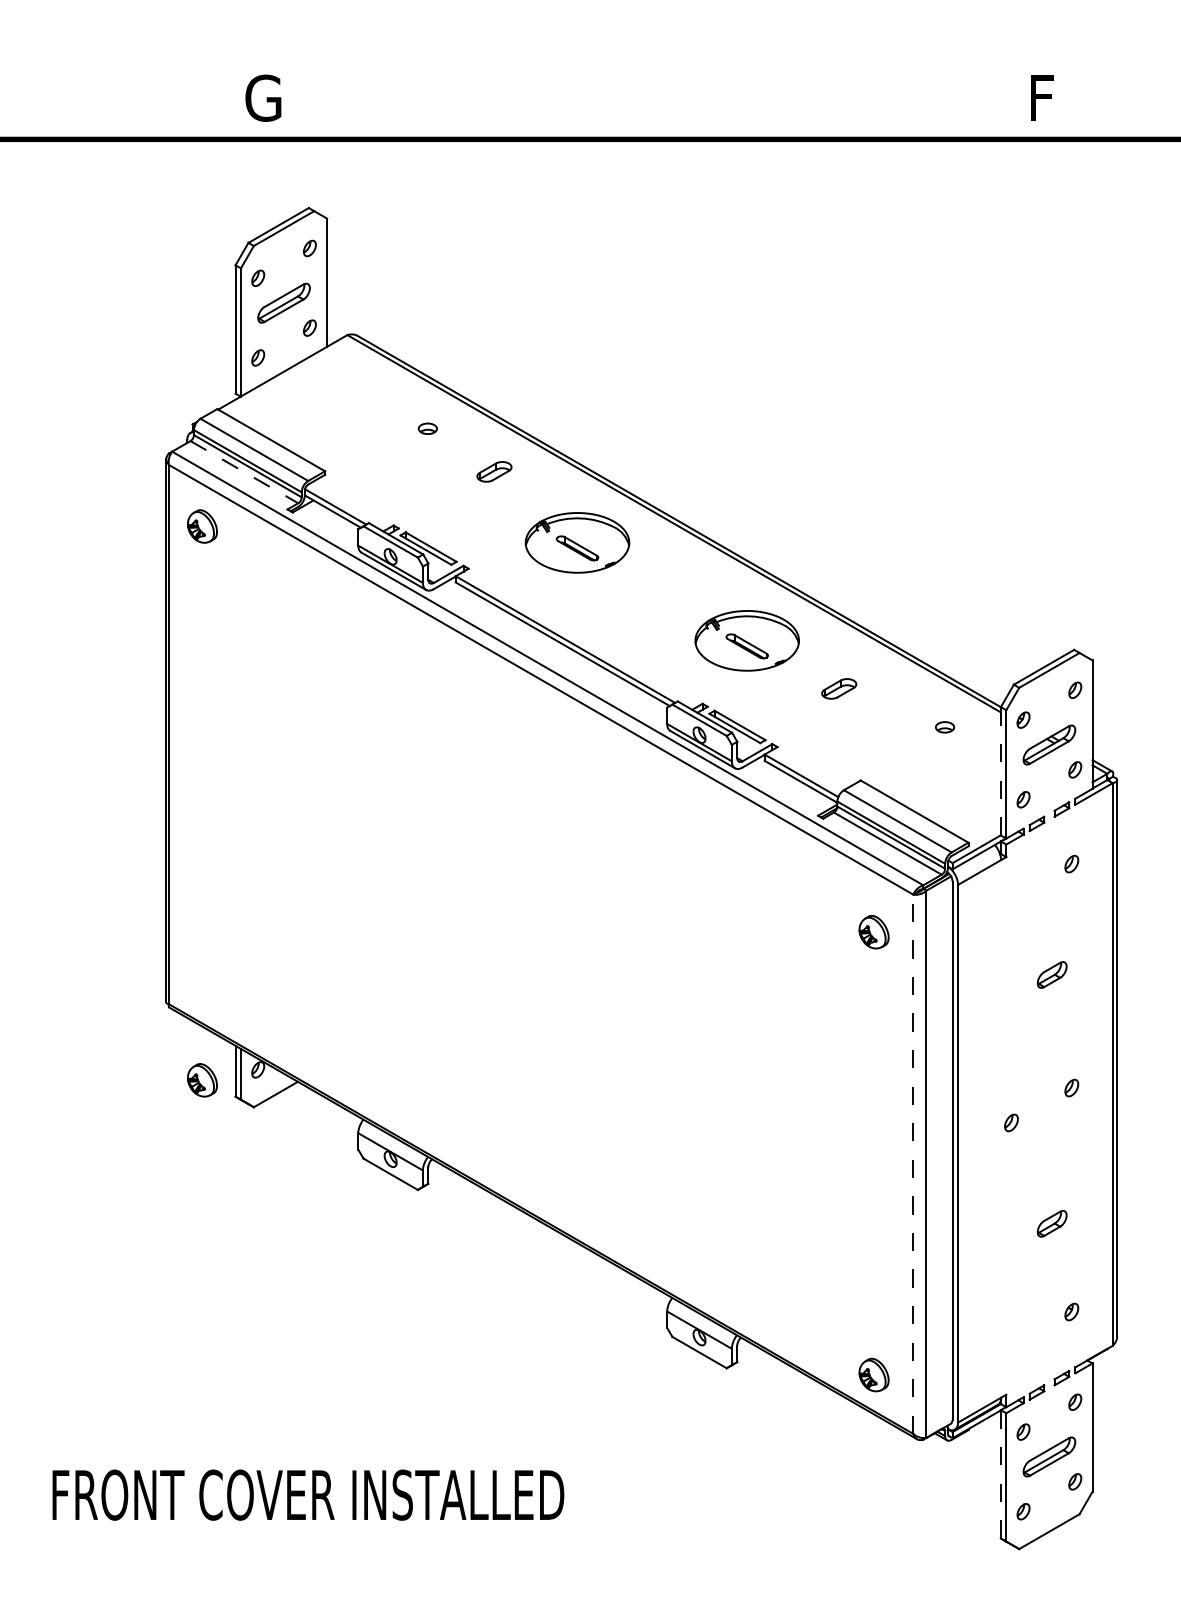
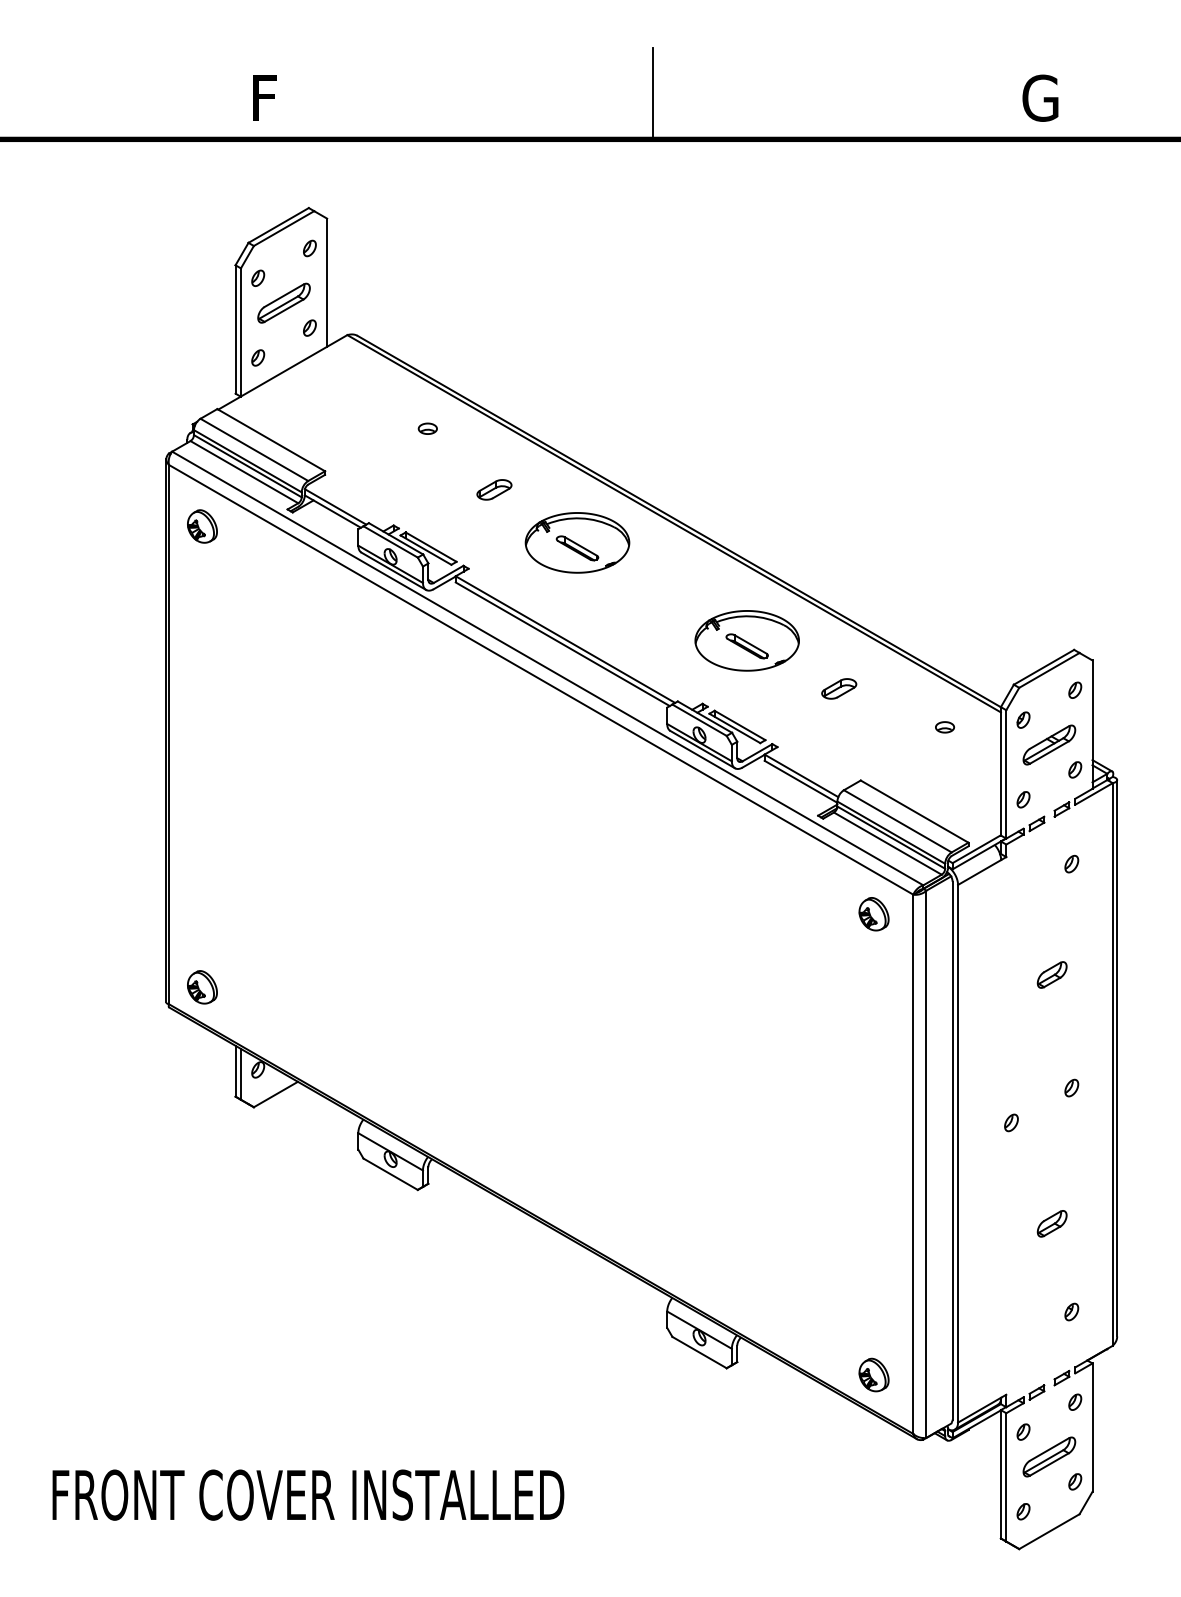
line at (652, 93): none -> present
text at (263, 97): G -> F
text at (1040, 97): F -> G
part at (494, 471) position: (494, 471) -> (494, 489)
line at (244, 472): dashed -> solid
line at (1000, 770): dashed -> solid
part at (873, 932) position: (873, 932) -> (873, 914)
part at (202, 1080) position: (202, 1080) -> (202, 987)
line at (913, 1164): dashed -> solid
line at (1000, 1473): dashed -> solid
